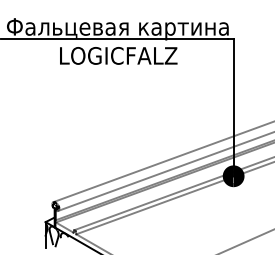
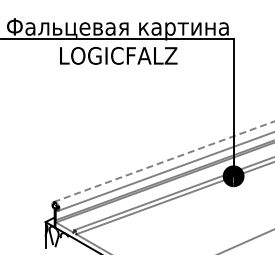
line at (164, 161): solid -> dashed
